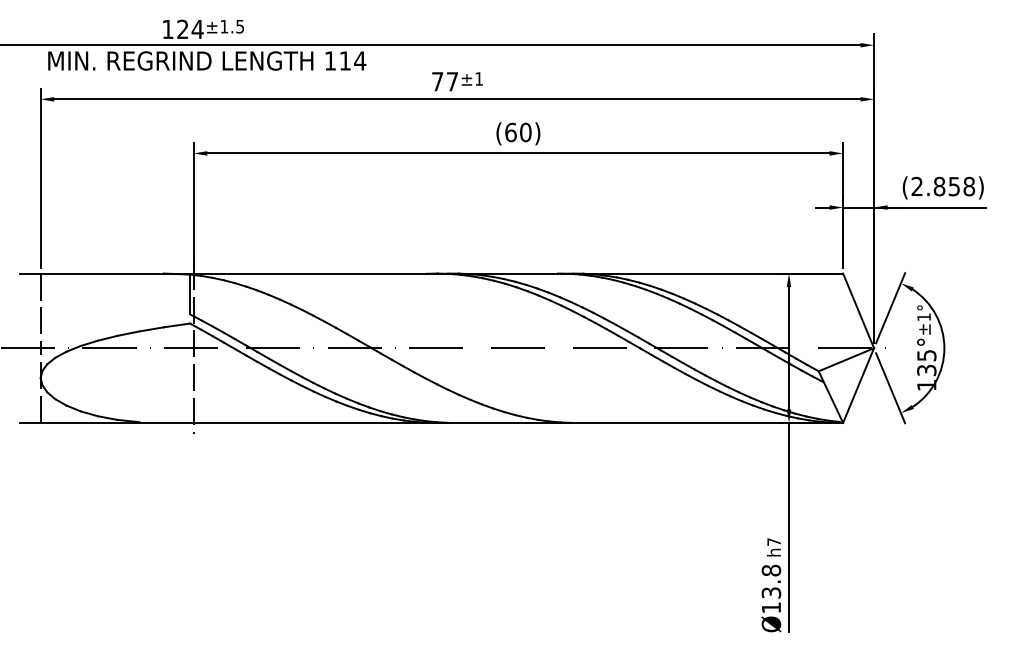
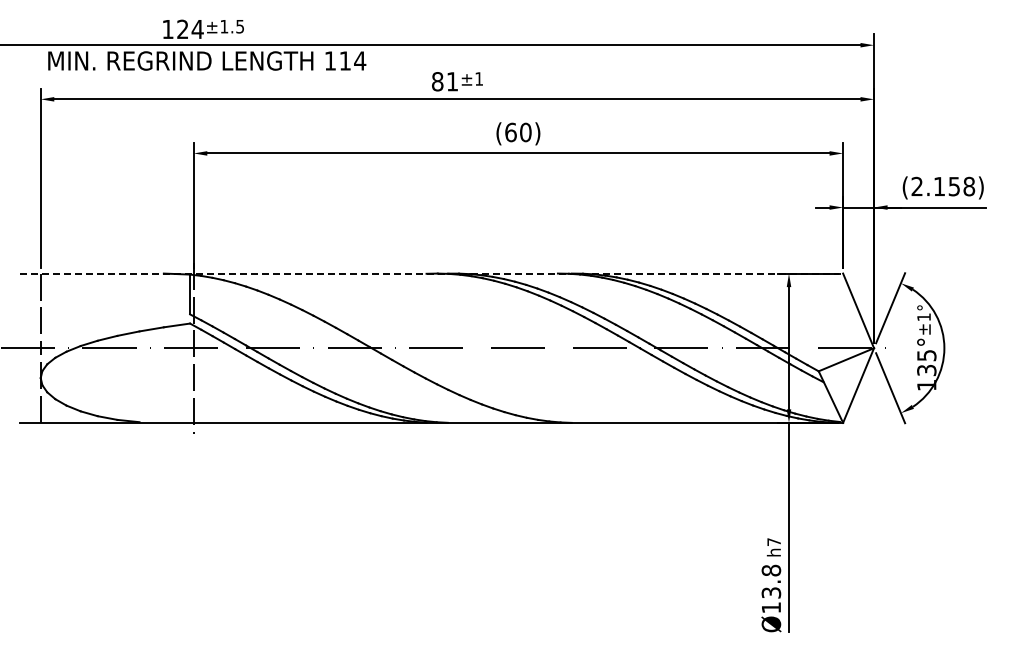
text at (444, 81): 77 -> 81
text at (939, 186): (2.858) -> (2.158)
line at (432, 273): solid -> dashed
